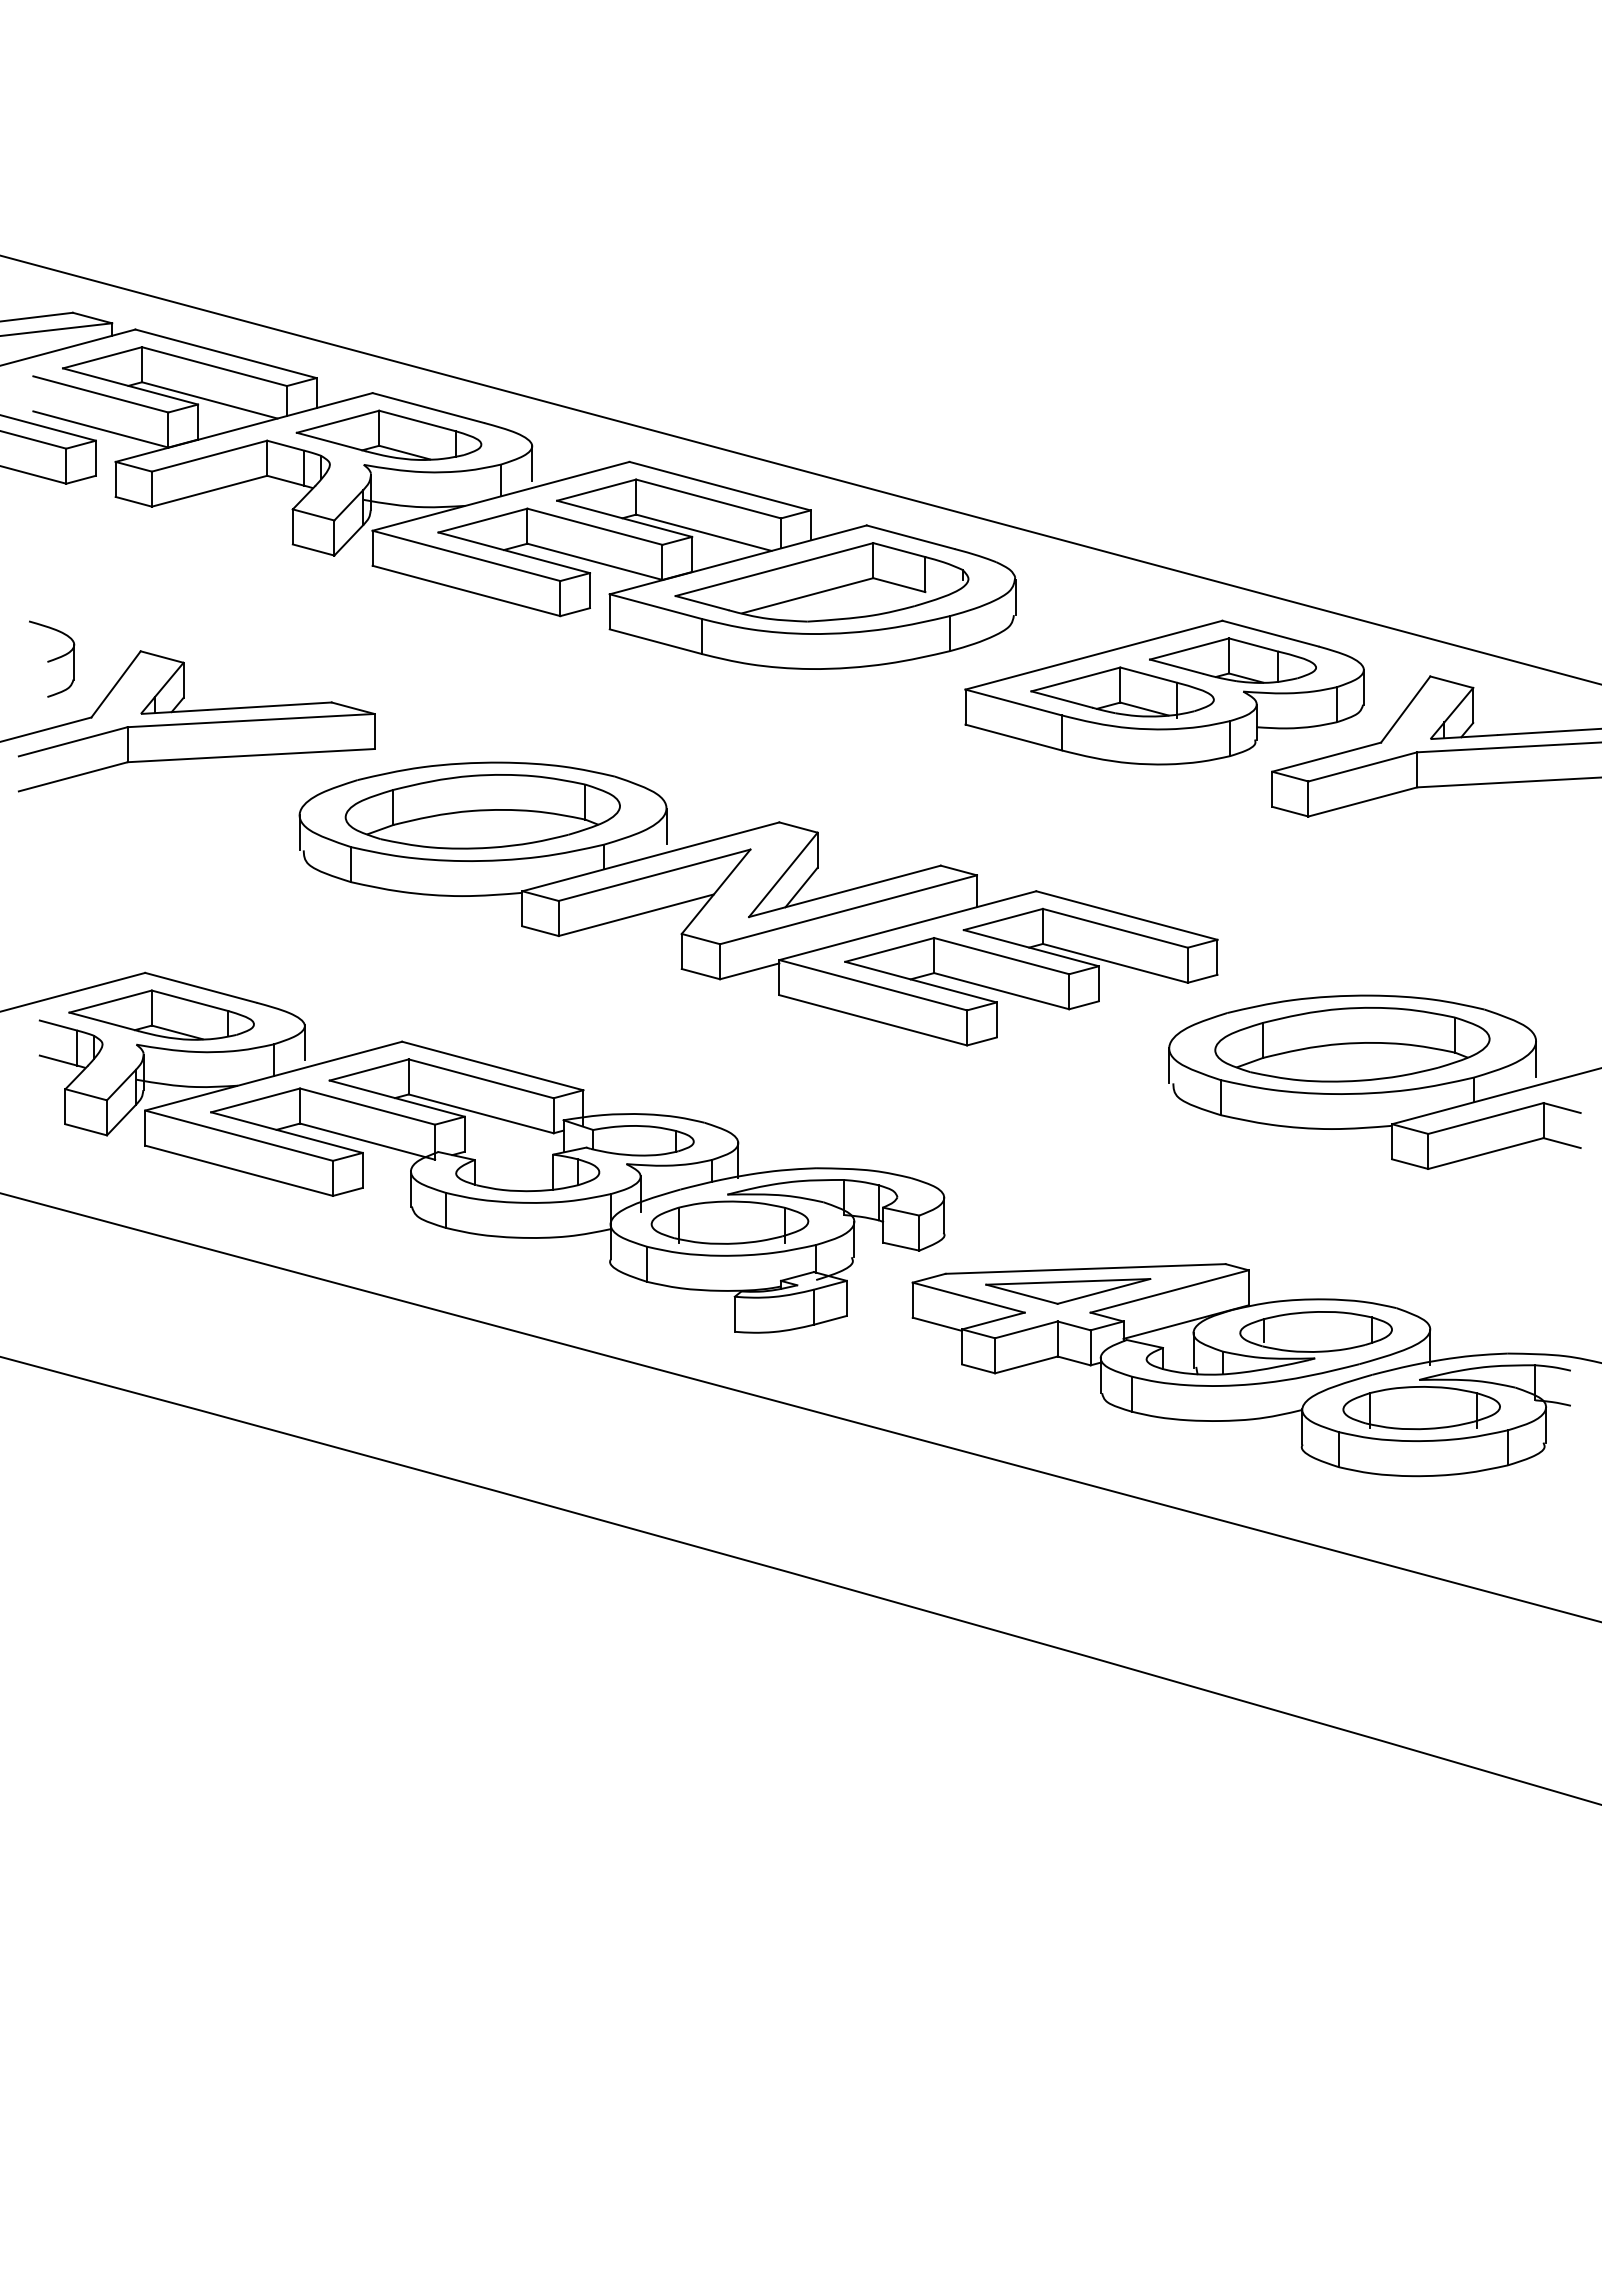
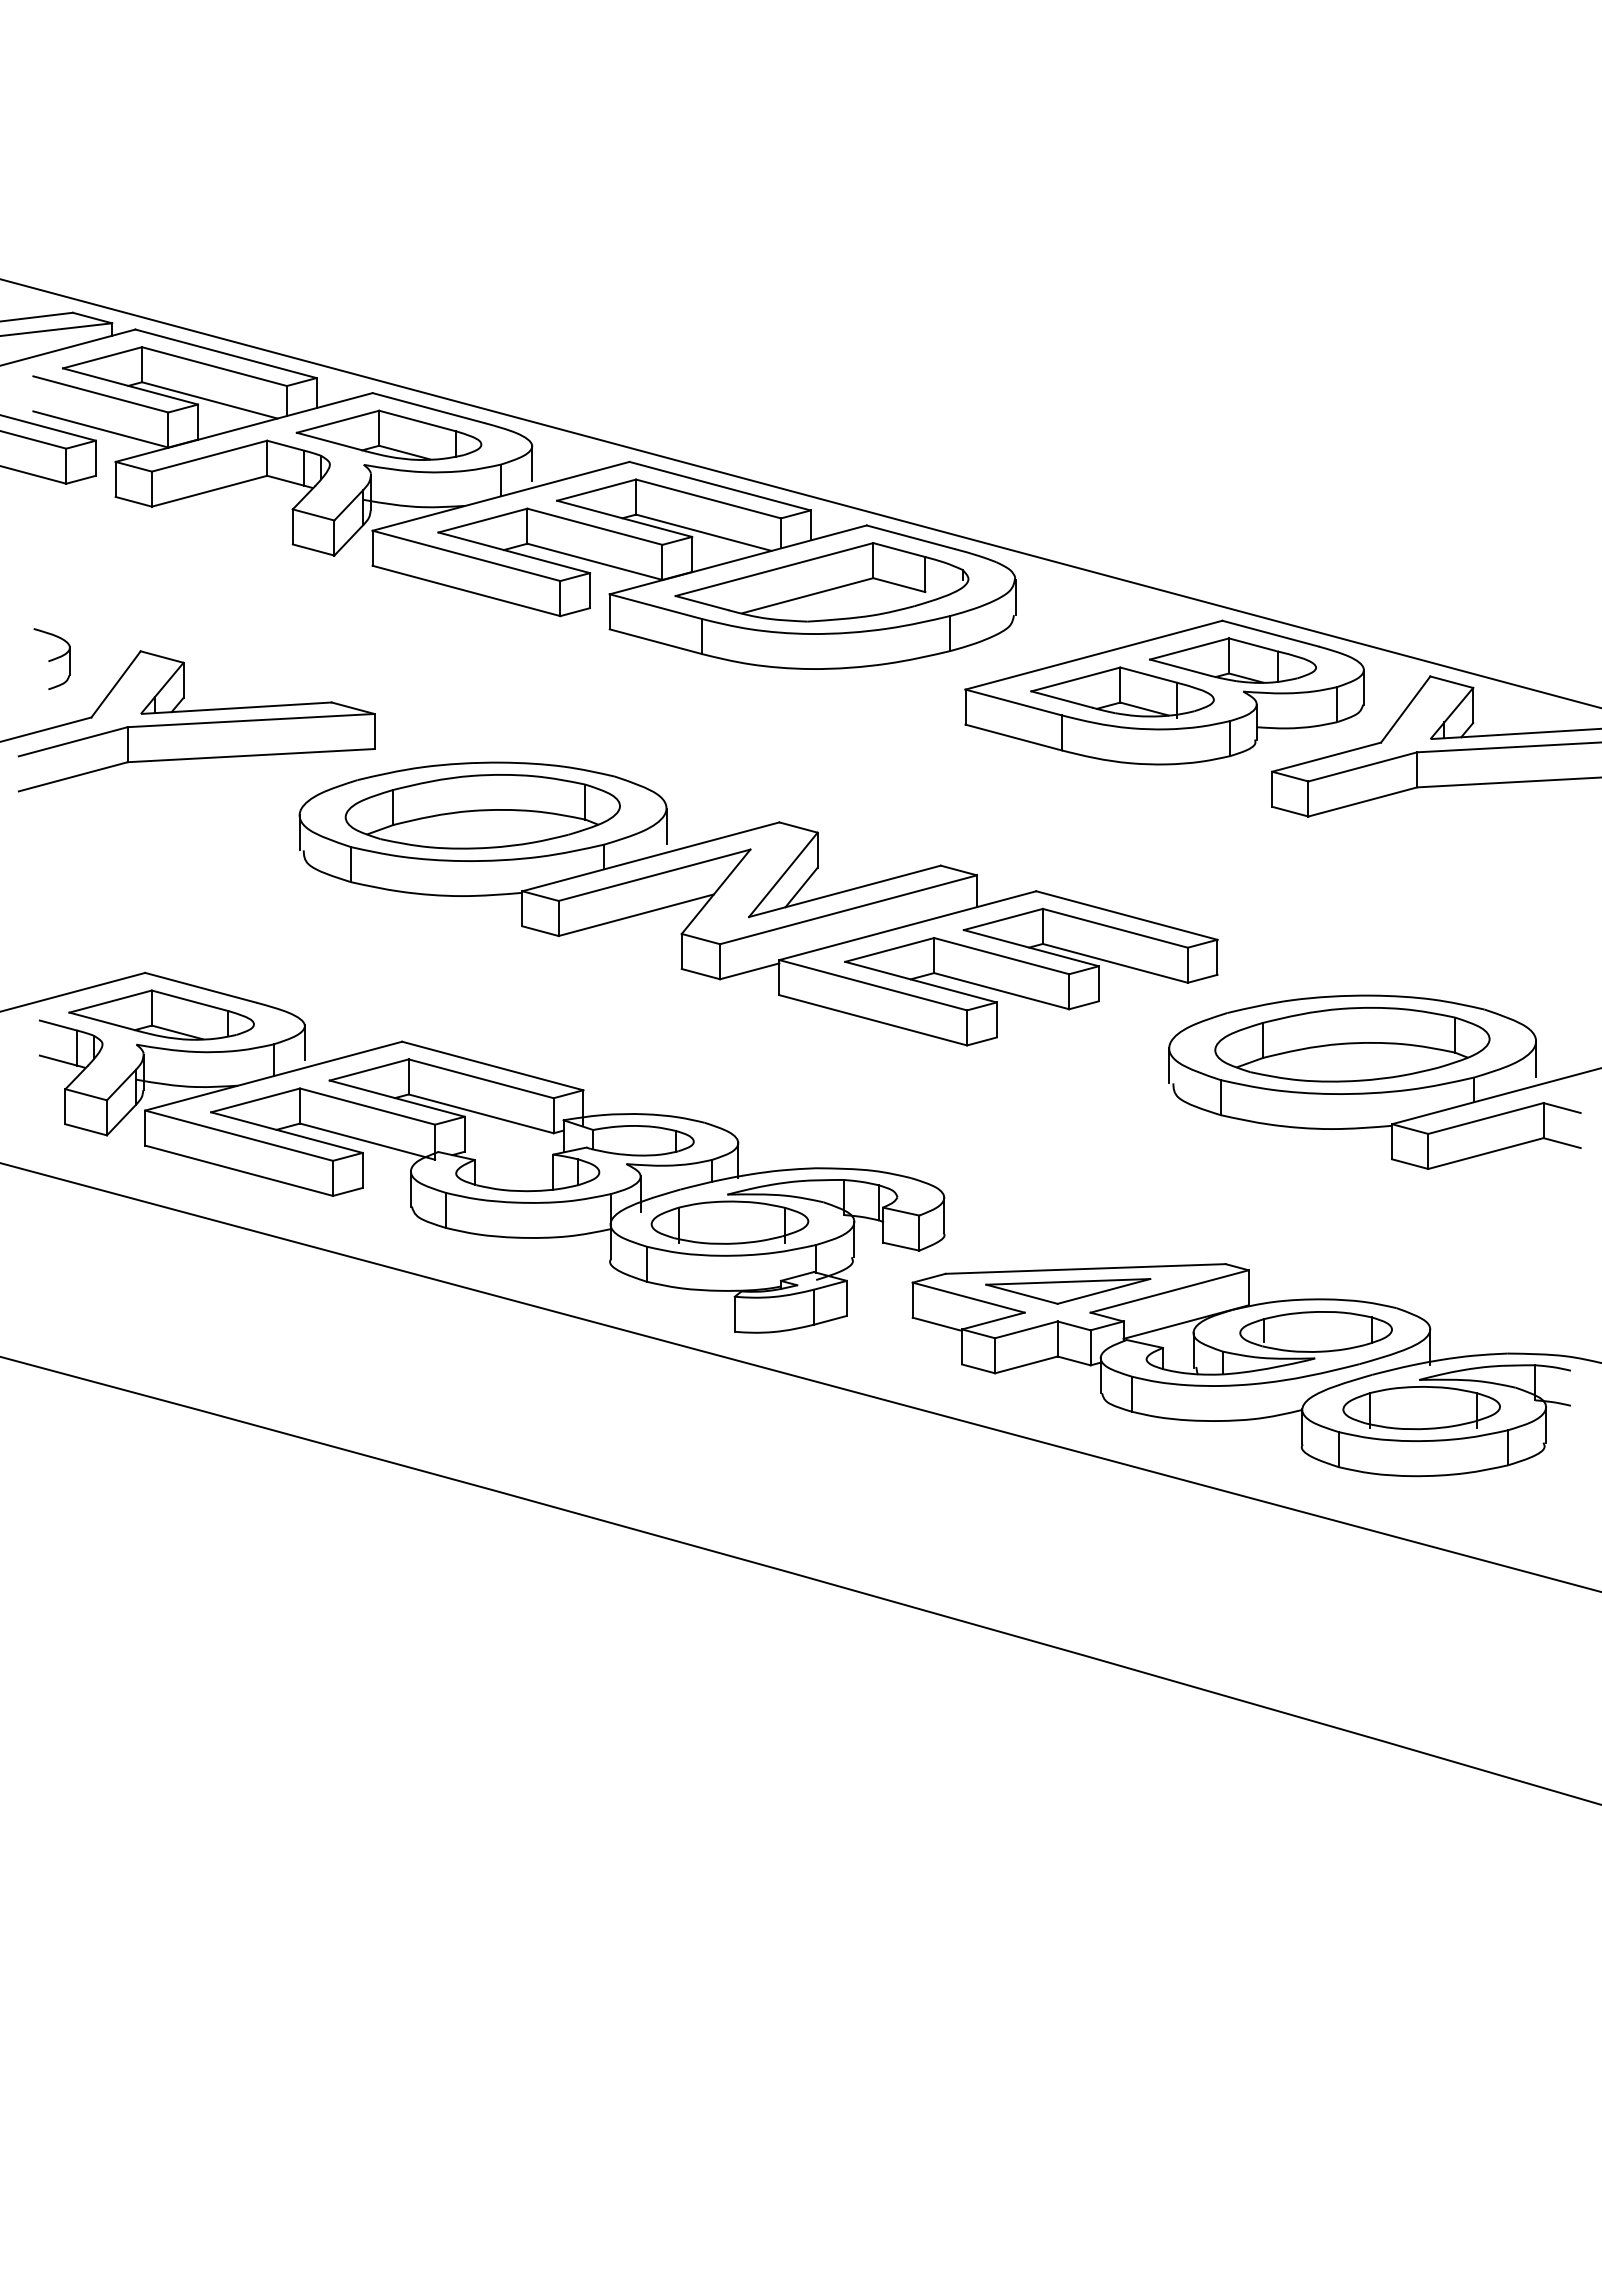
line at (800, 469) position: (800, 469) -> (800, 493)
part at (52, 658) size: 47x78 px -> 38x62 px
line at (800, 1407) position: (800, 1407) -> (800, 1377)
